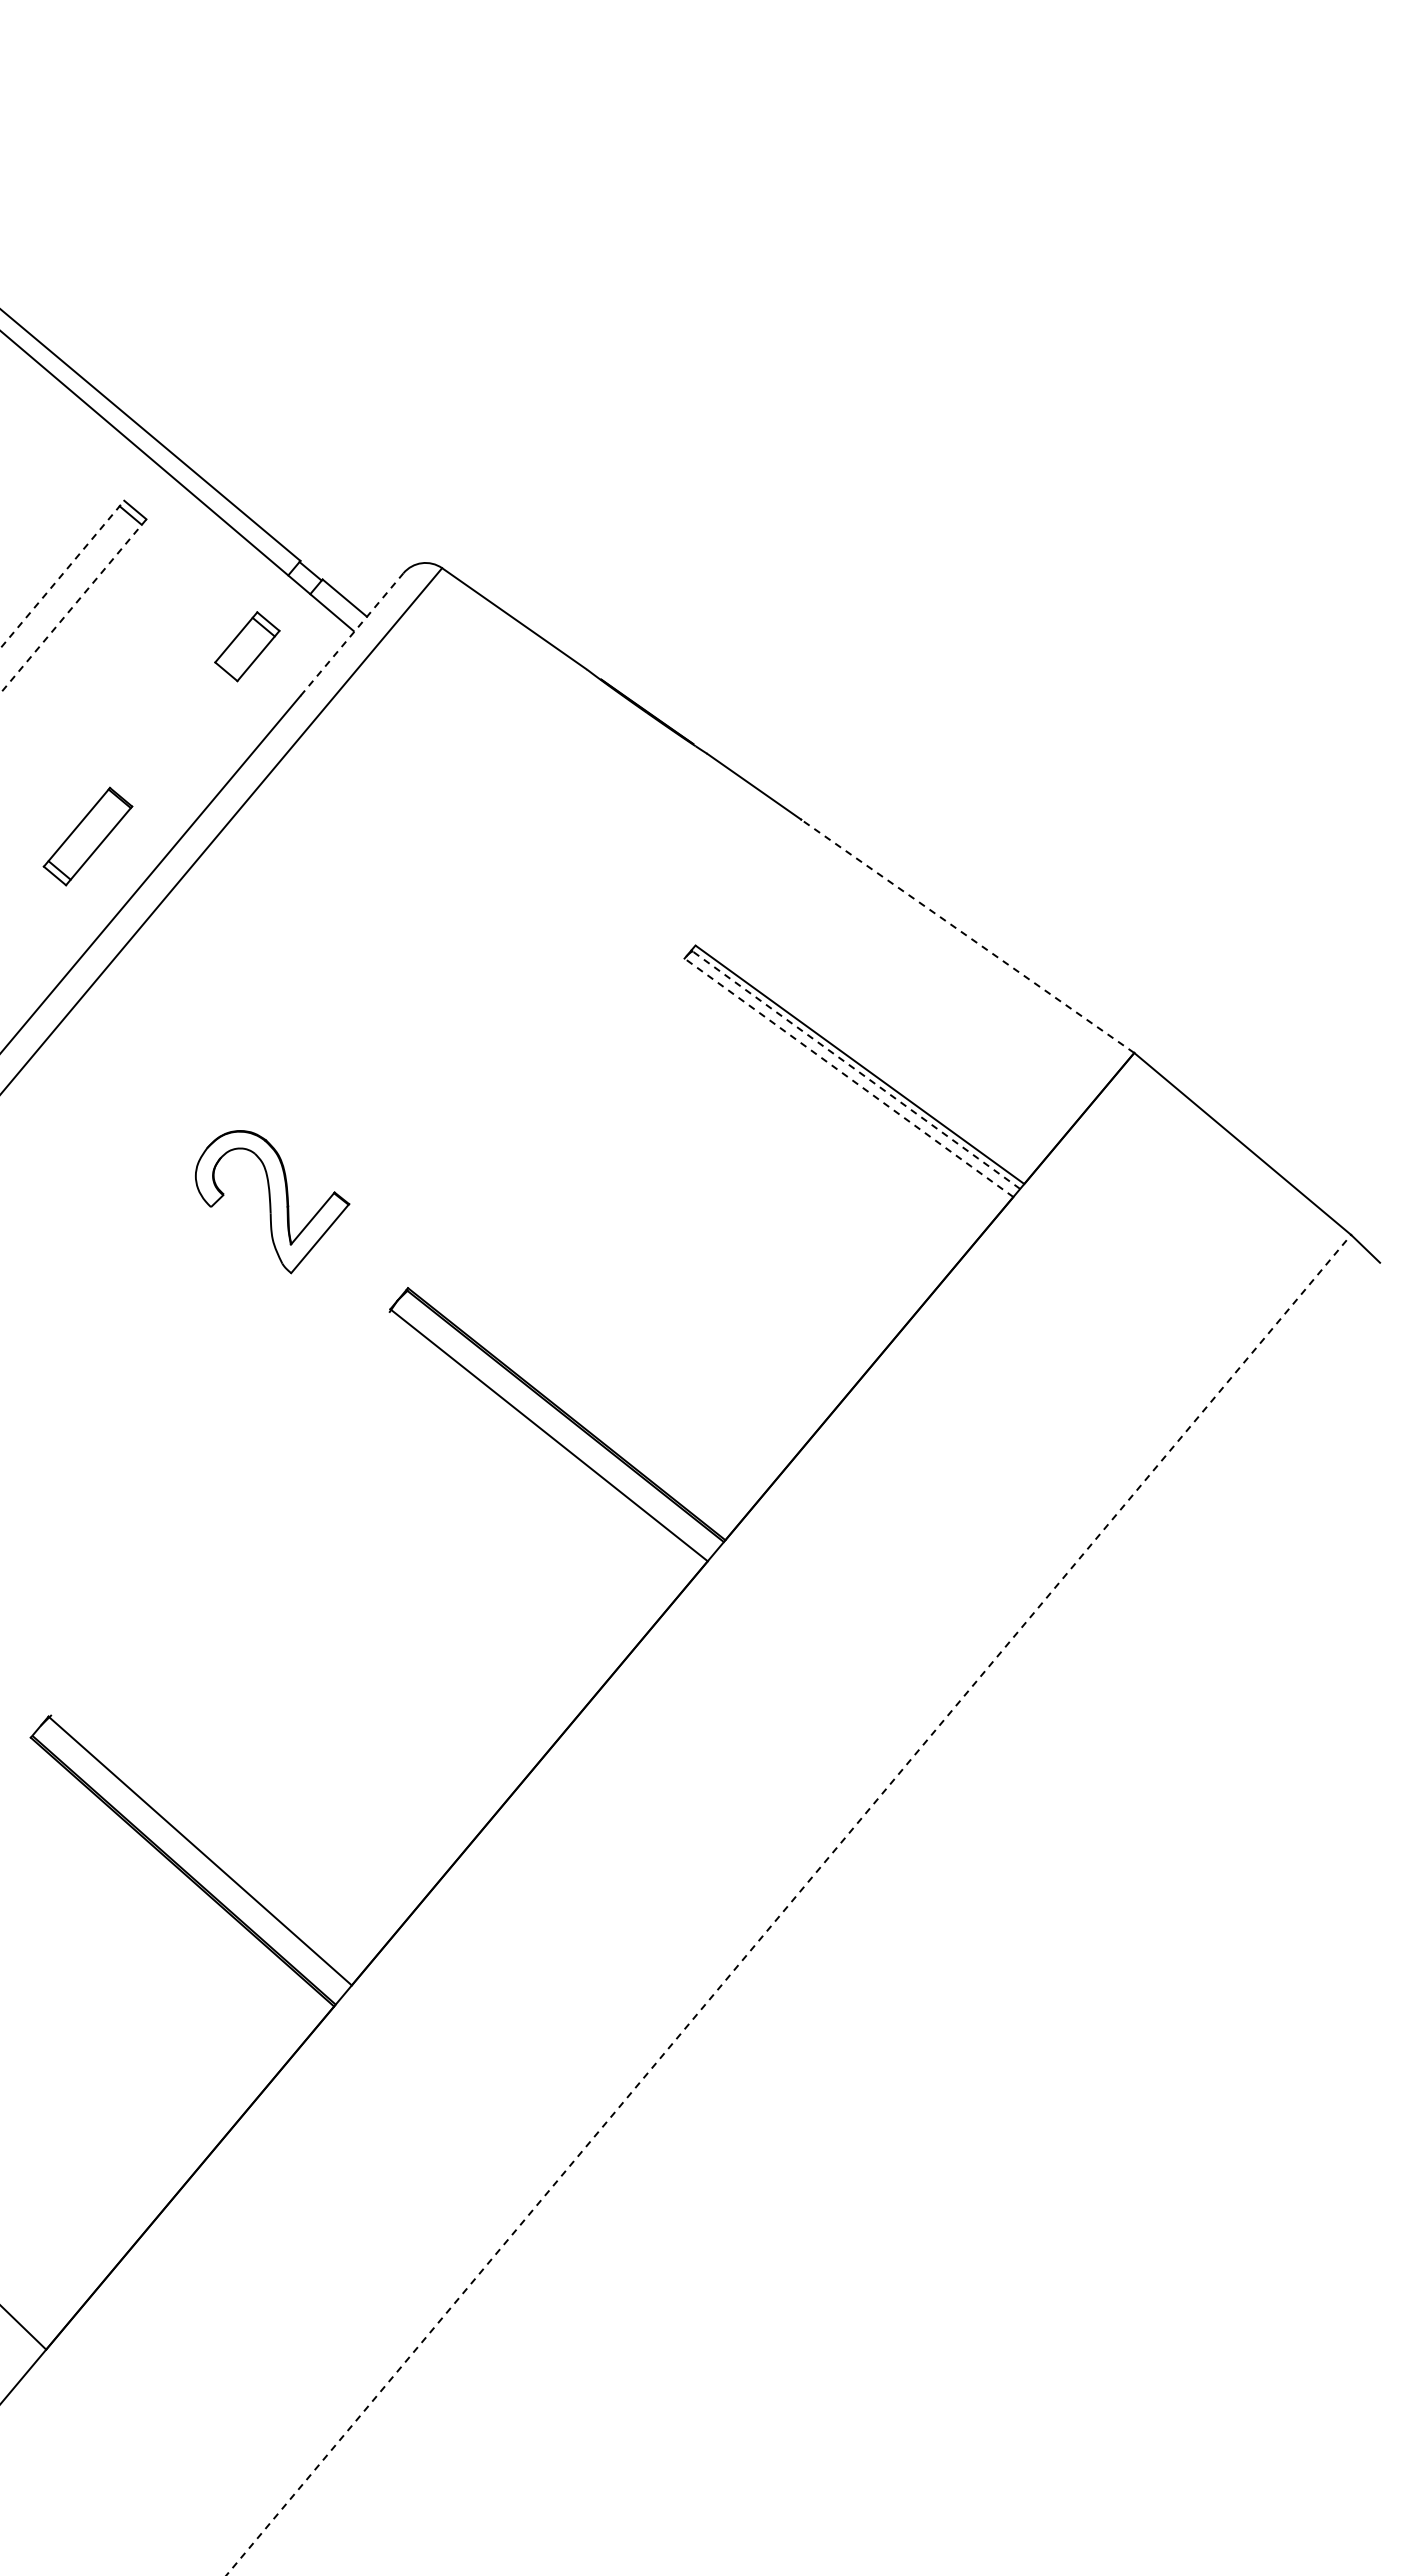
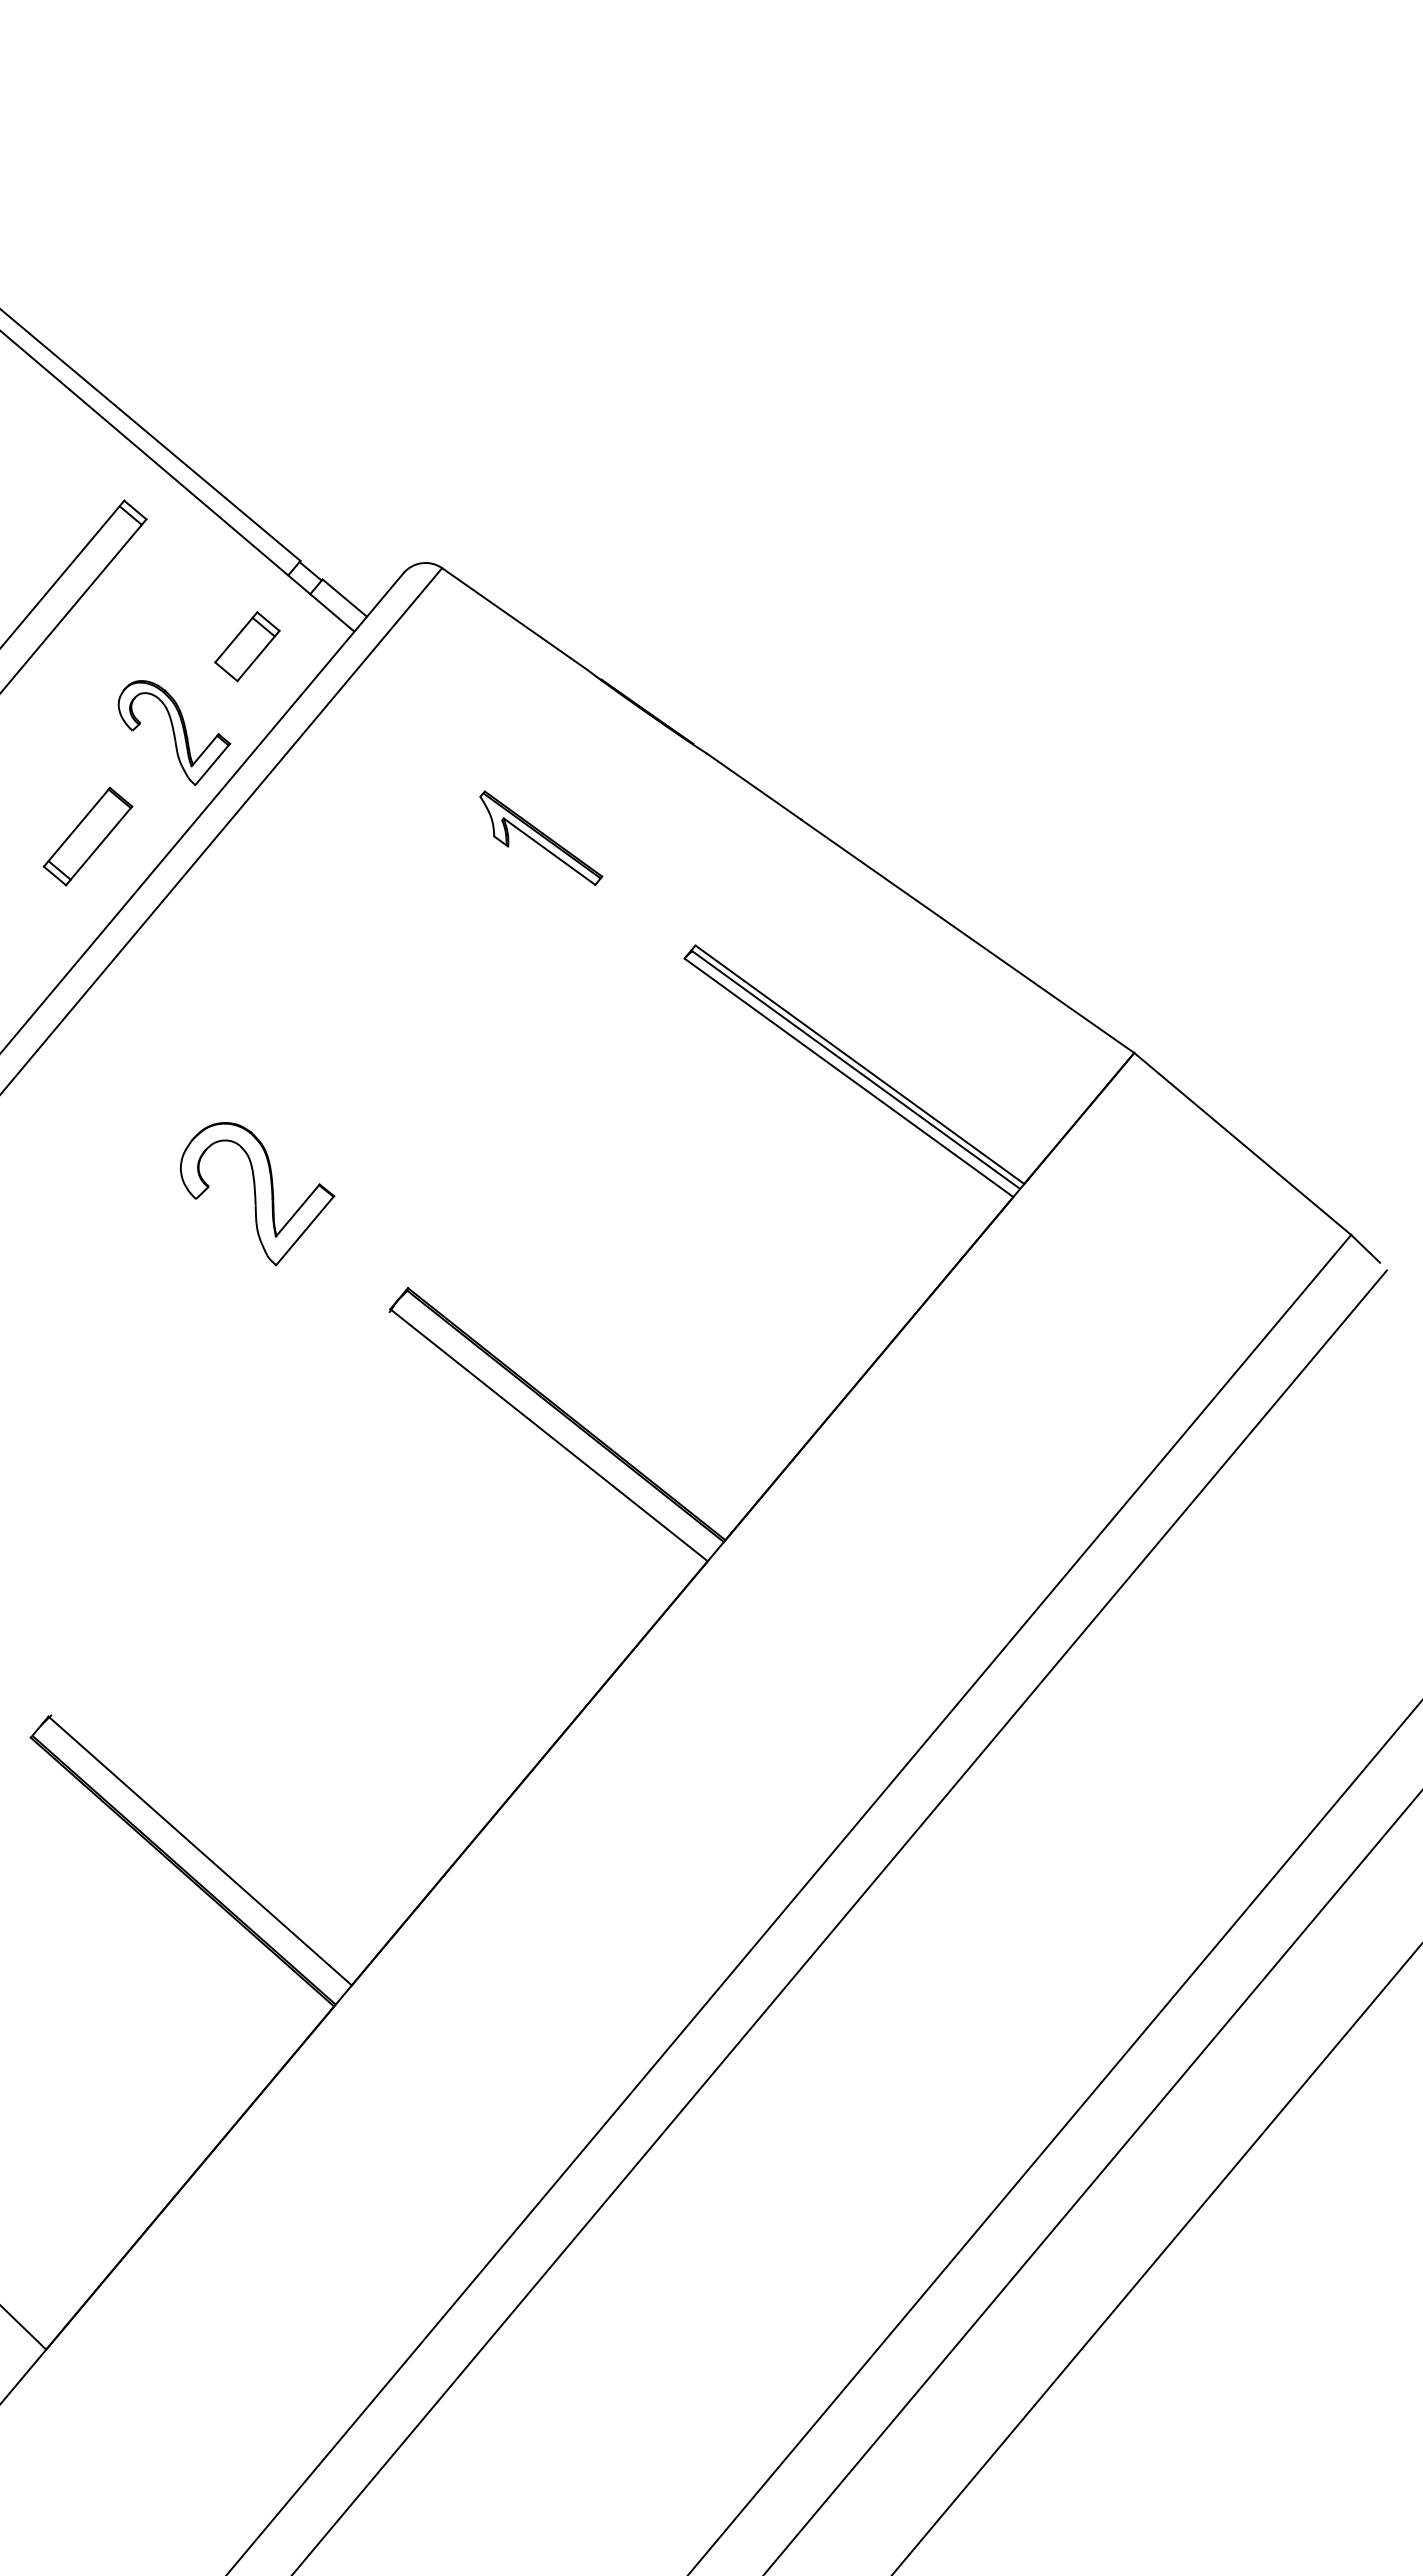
line at (62, 574): dashed -> solid
line at (73, 606): dashed -> solid
line at (352, 634): dashed -> solid
part at (174, 733): none -> present
part at (541, 838): none -> present
line at (967, 936): dashed -> solid
line at (856, 1070): dashed -> solid
line at (849, 1078): dashed -> solid
part at (272, 1202) position: (272, 1202) -> (257, 1194)
line at (788, 1905): dashed -> solid
line at (840, 1921): none -> present
line at (1054, 2137): none -> present
line at (1092, 2182): none -> present
line at (1156, 2259): none -> present
